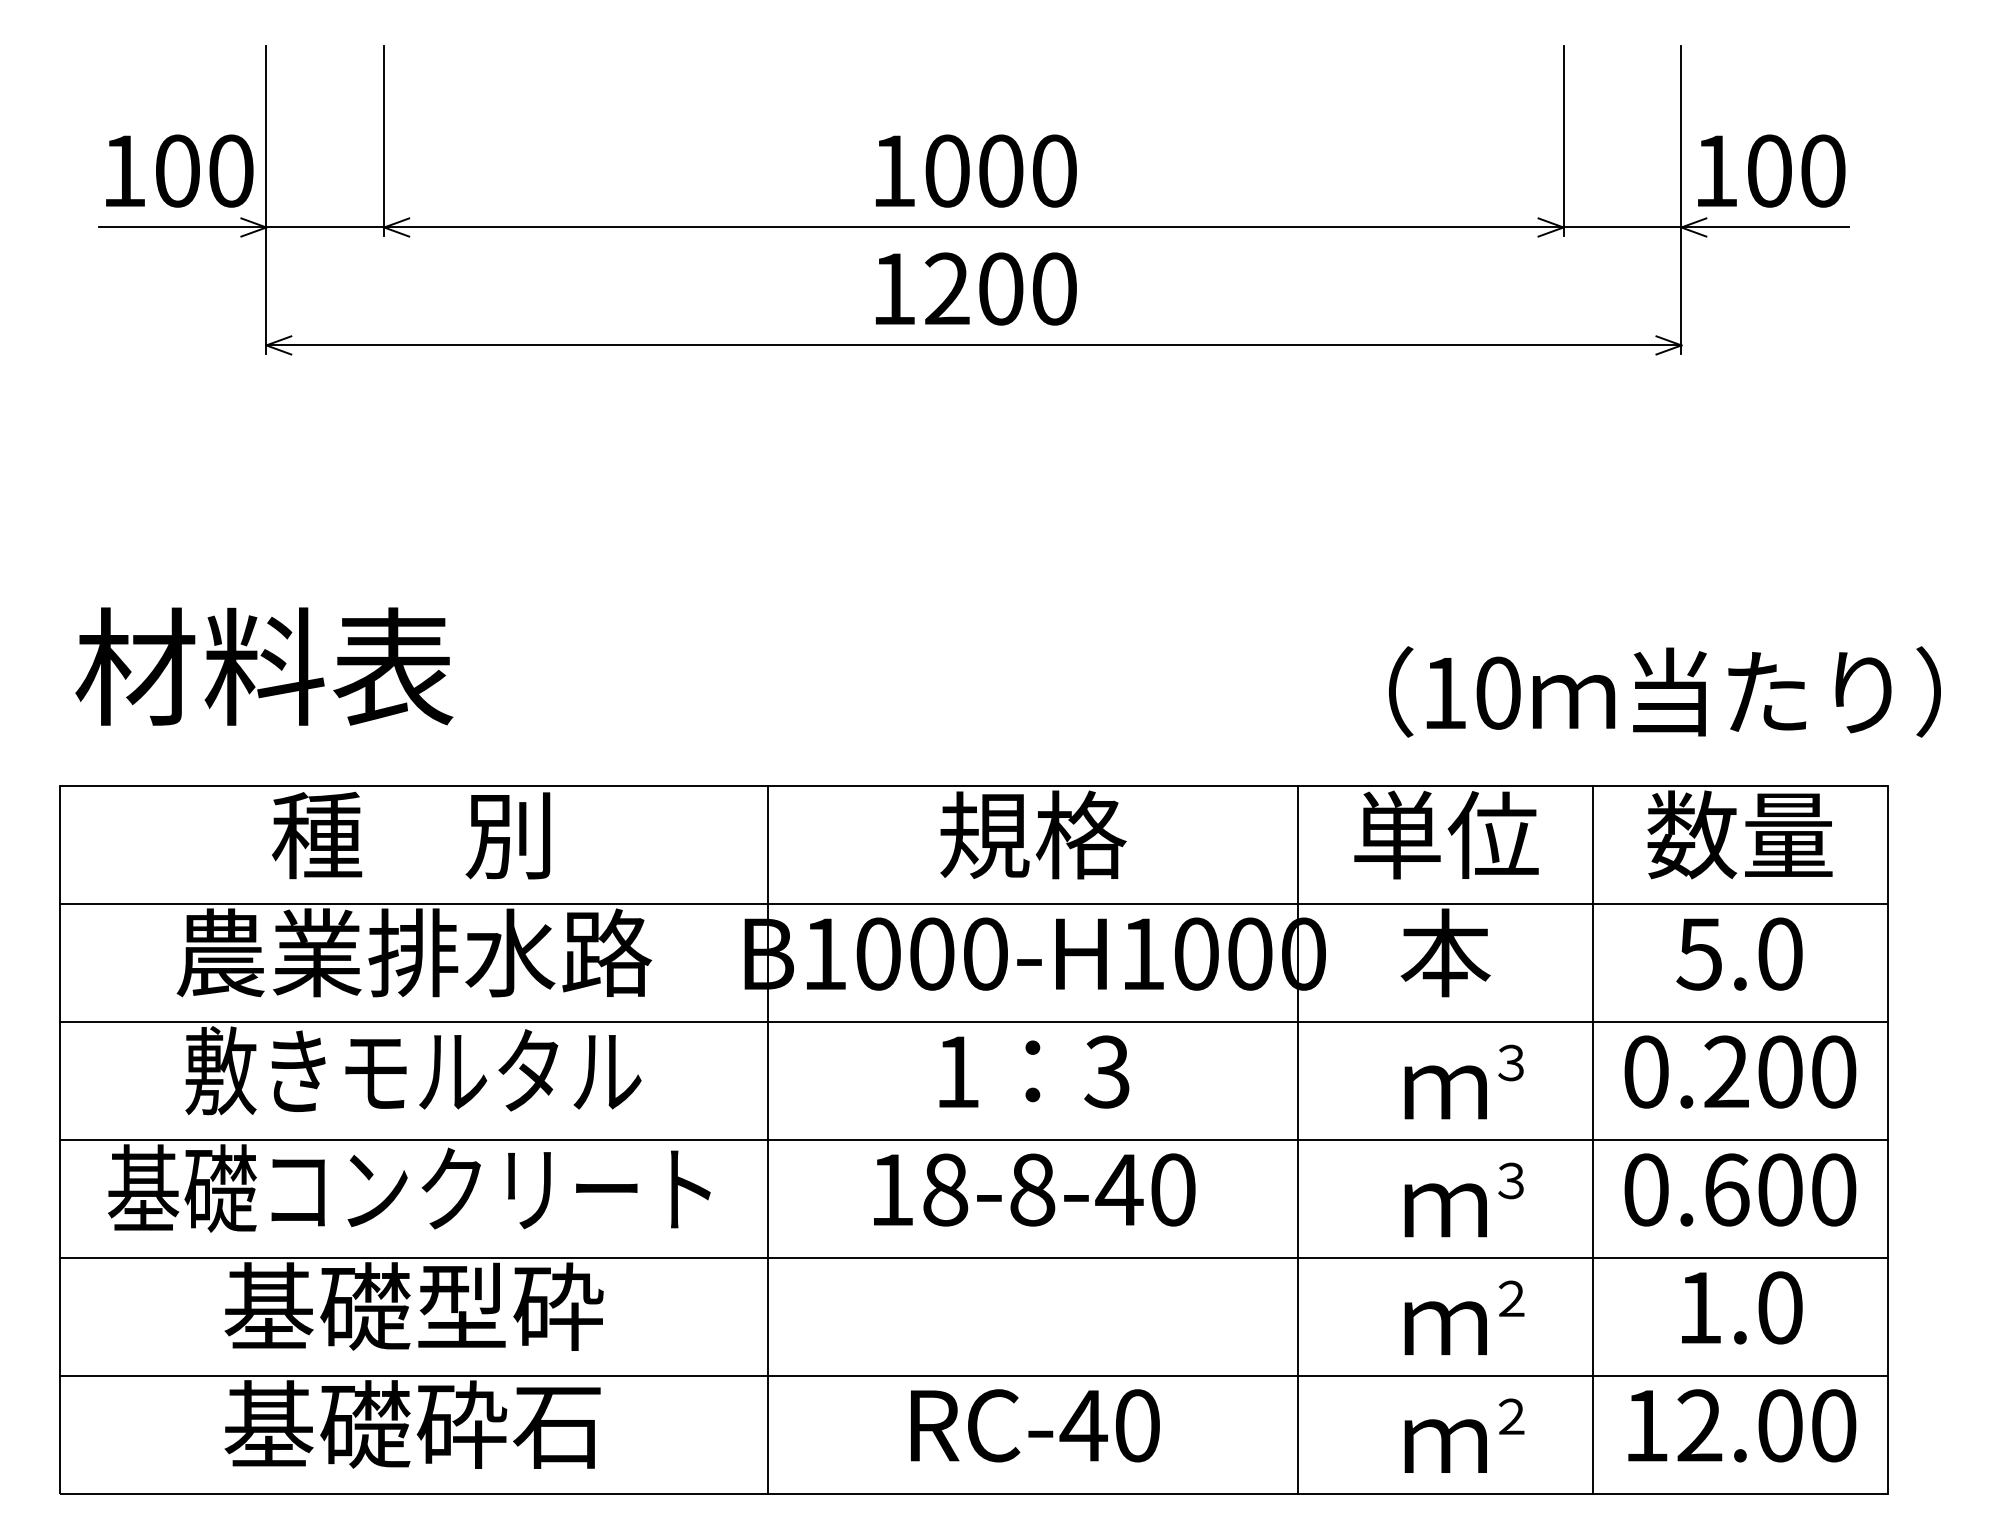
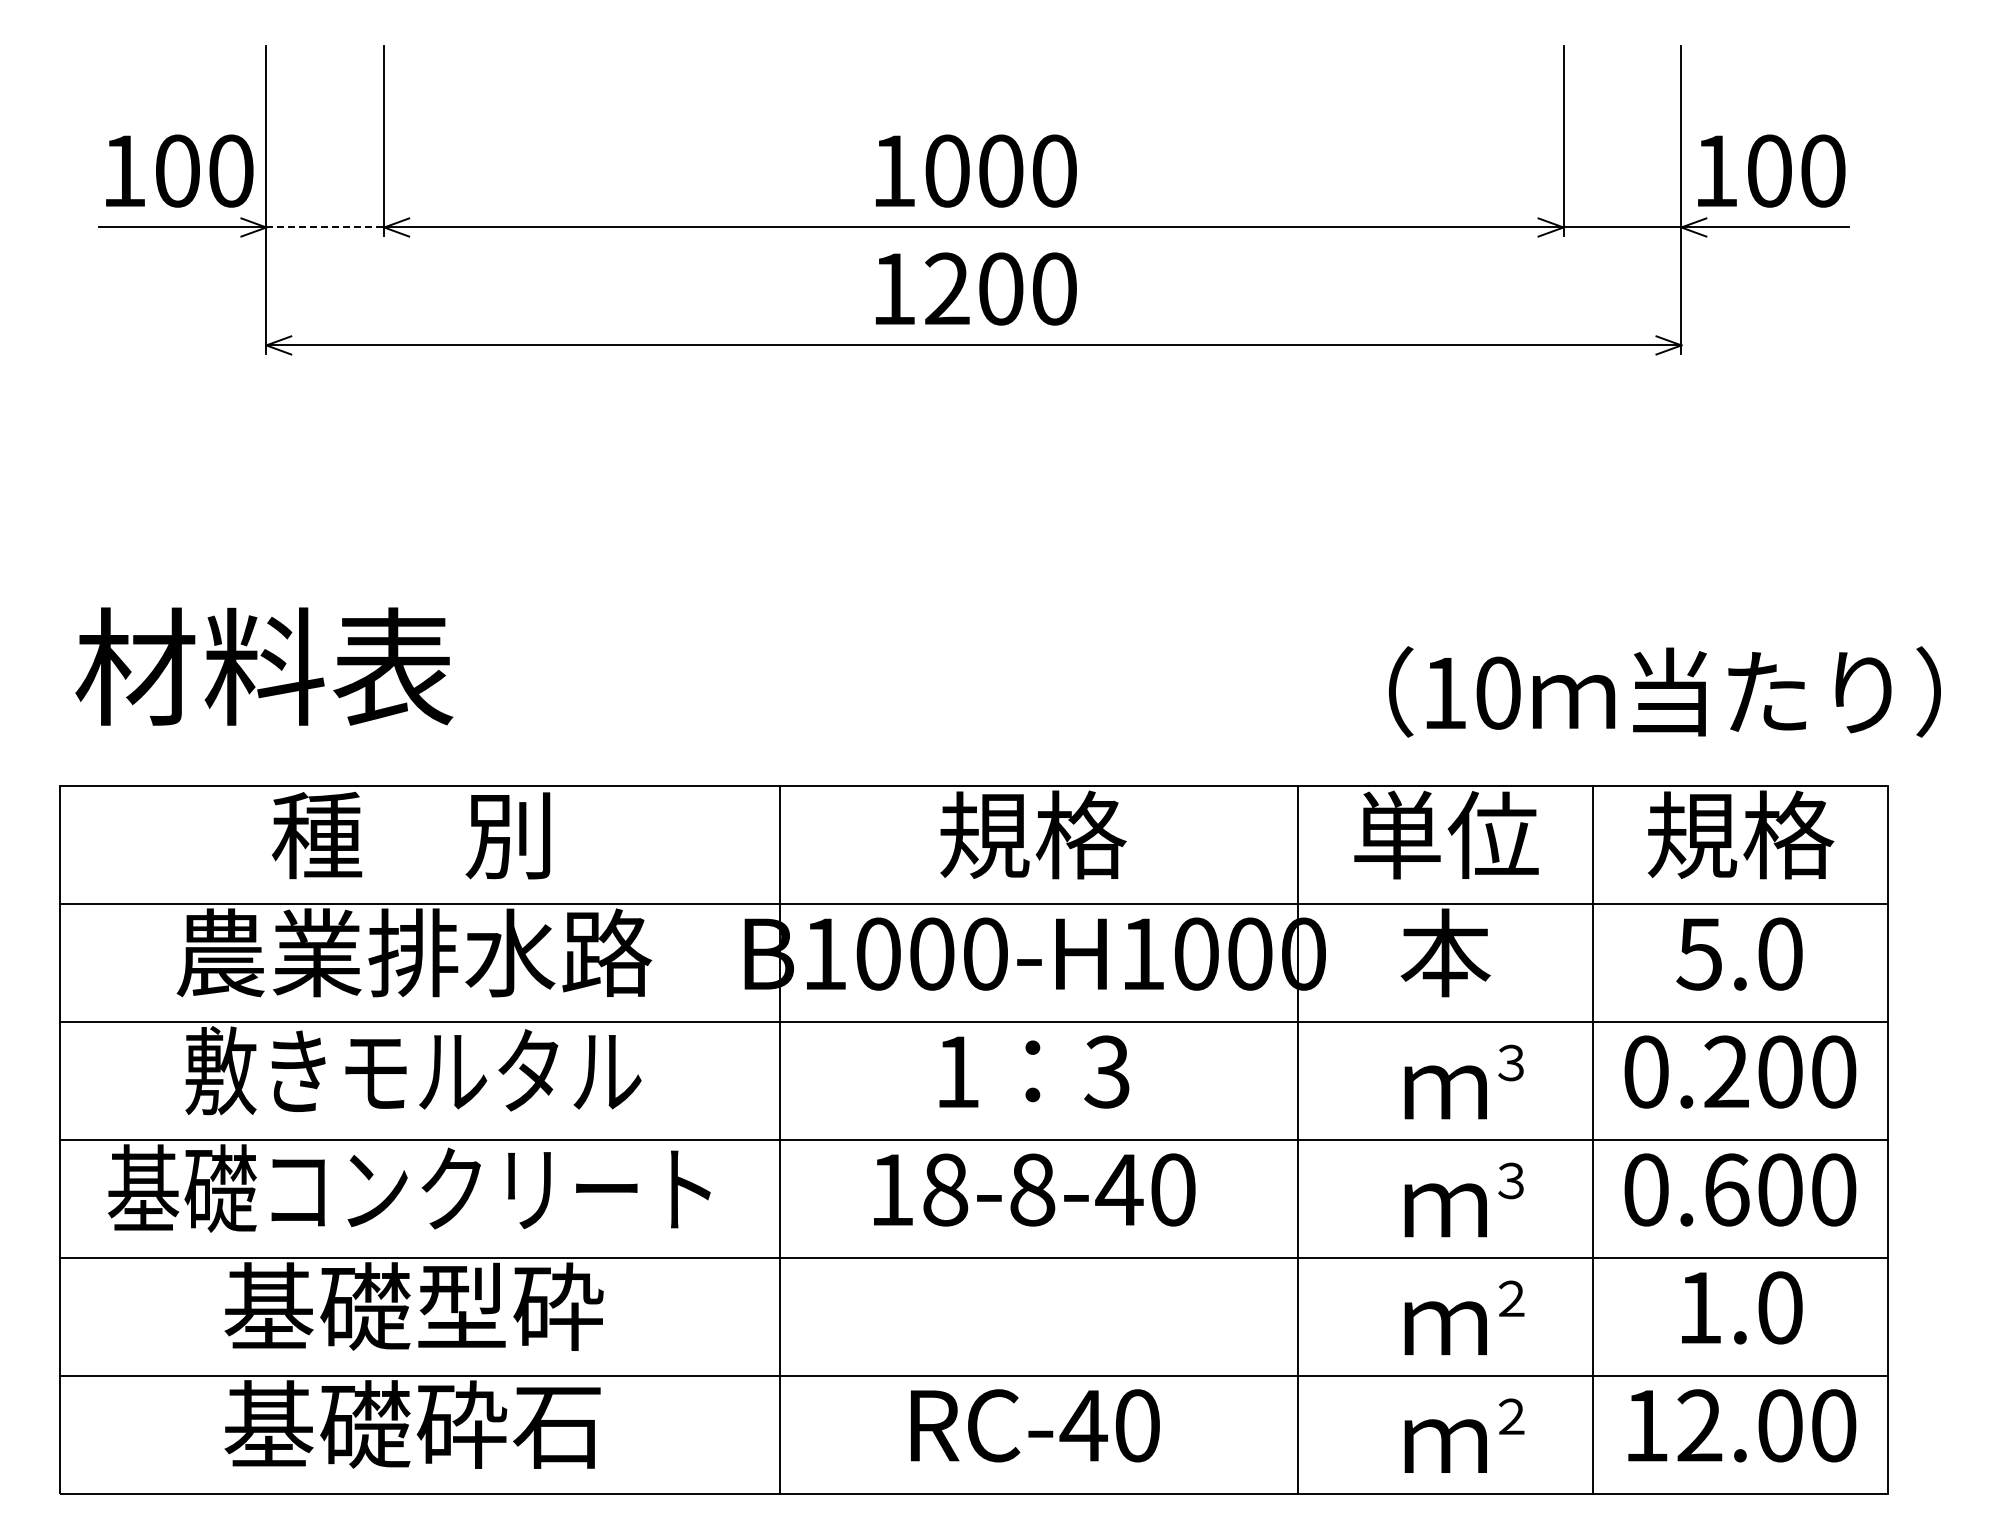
line at (325, 227): solid -> dashed
text at (1740, 834): 数量 -> 規格
line at (767, 1139) position: (767, 1139) -> (779, 1139)
